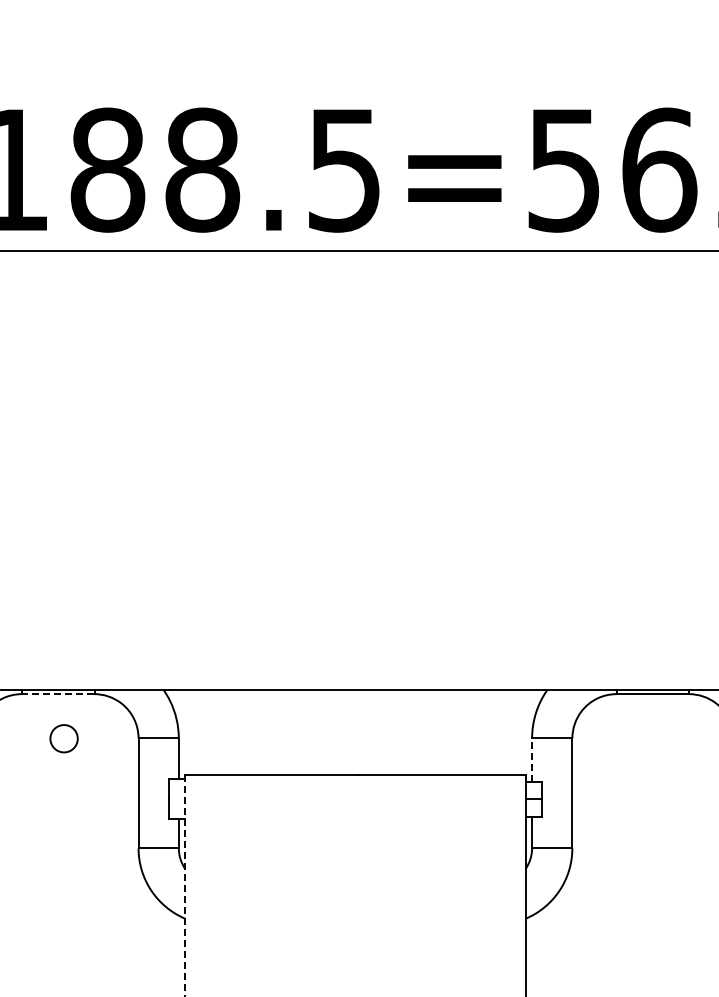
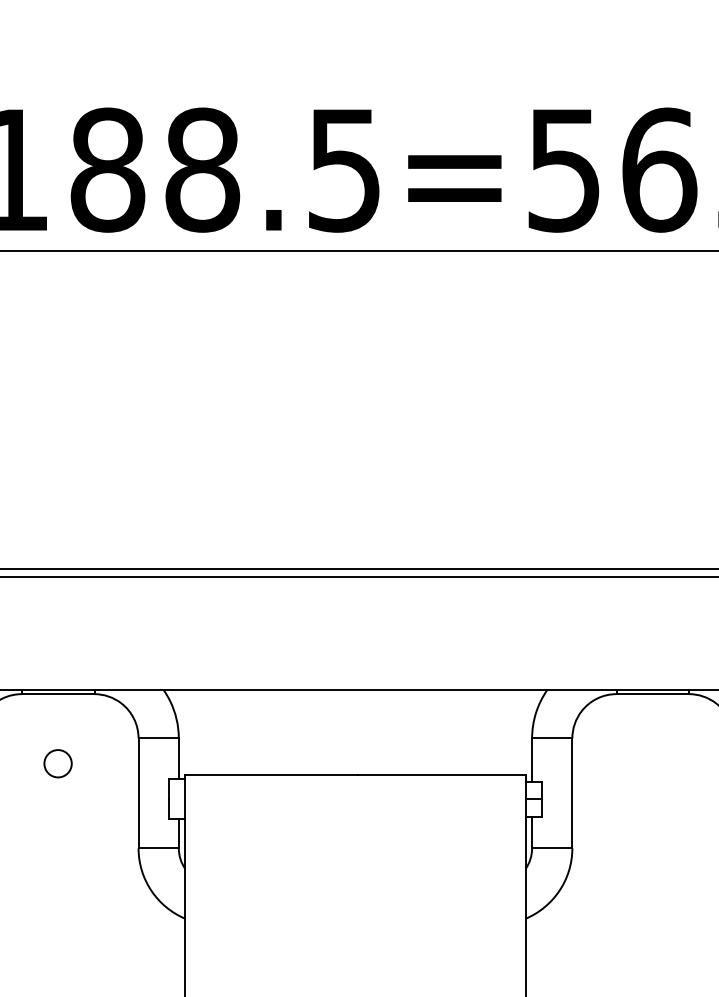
line at (358, 569): none -> present
line at (358, 577): none -> present
line at (57, 694): dashed -> solid
circle at (63, 738) position: (63, 738) -> (57, 763)
line at (532, 760): dashed -> solid
line at (185, 885): dashed -> solid
